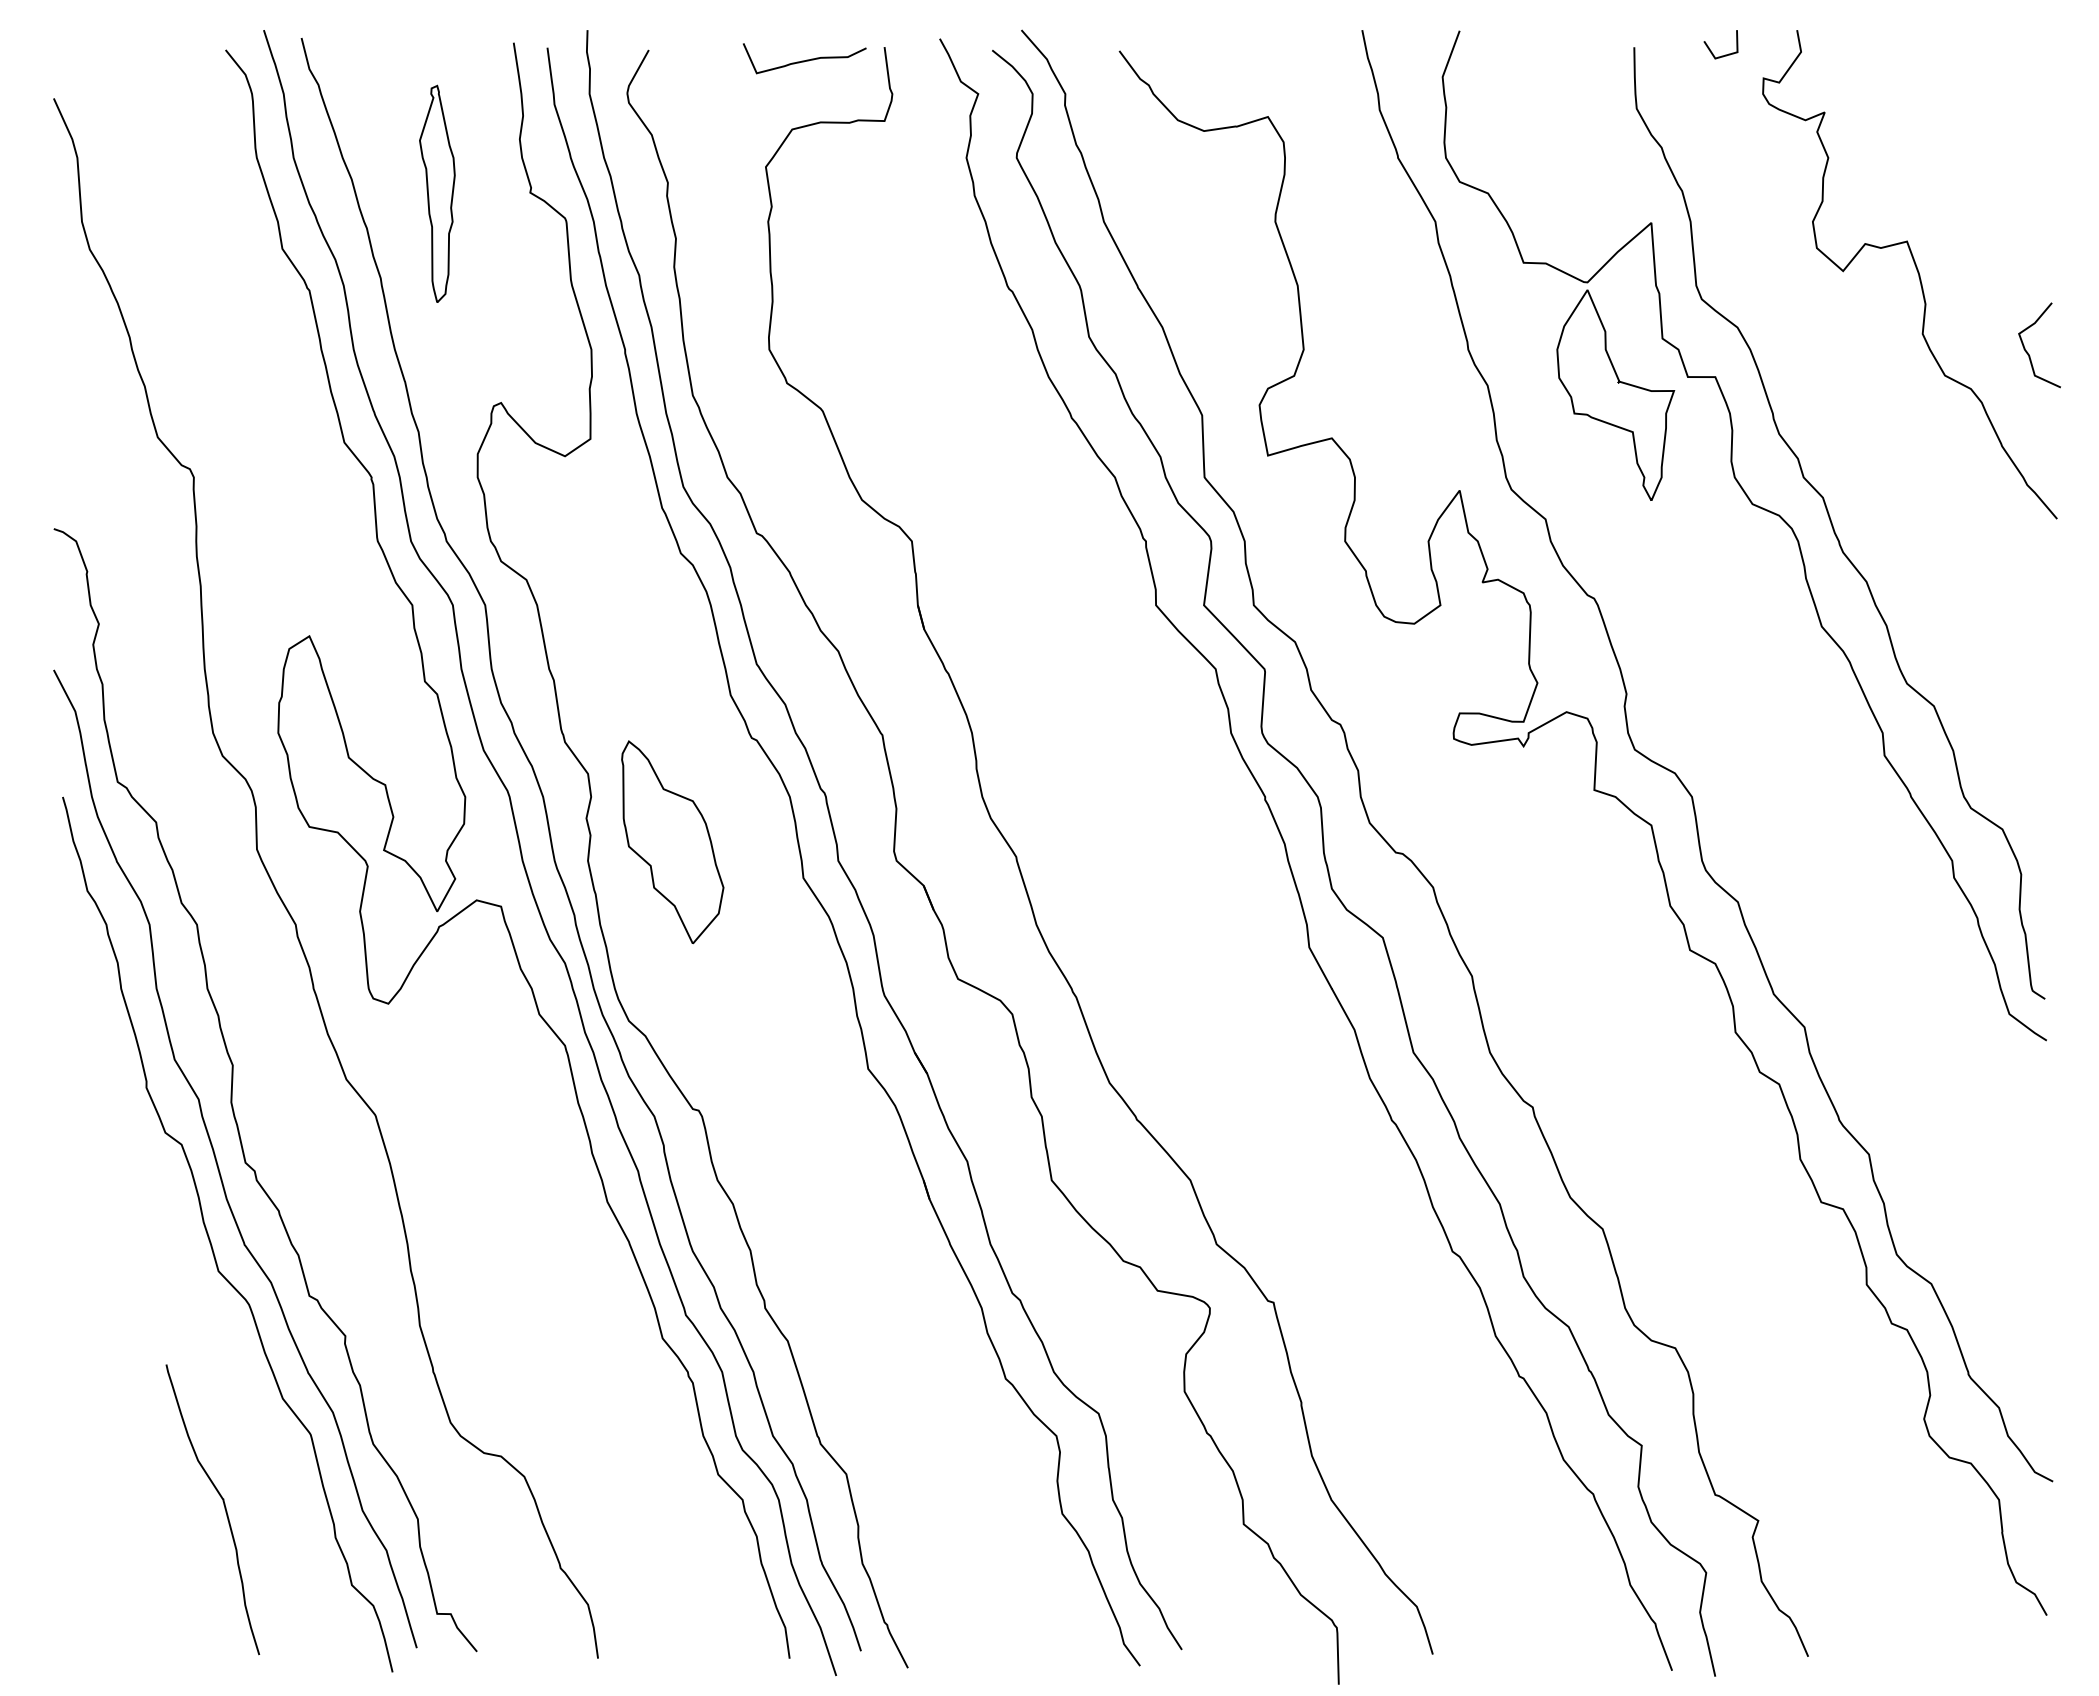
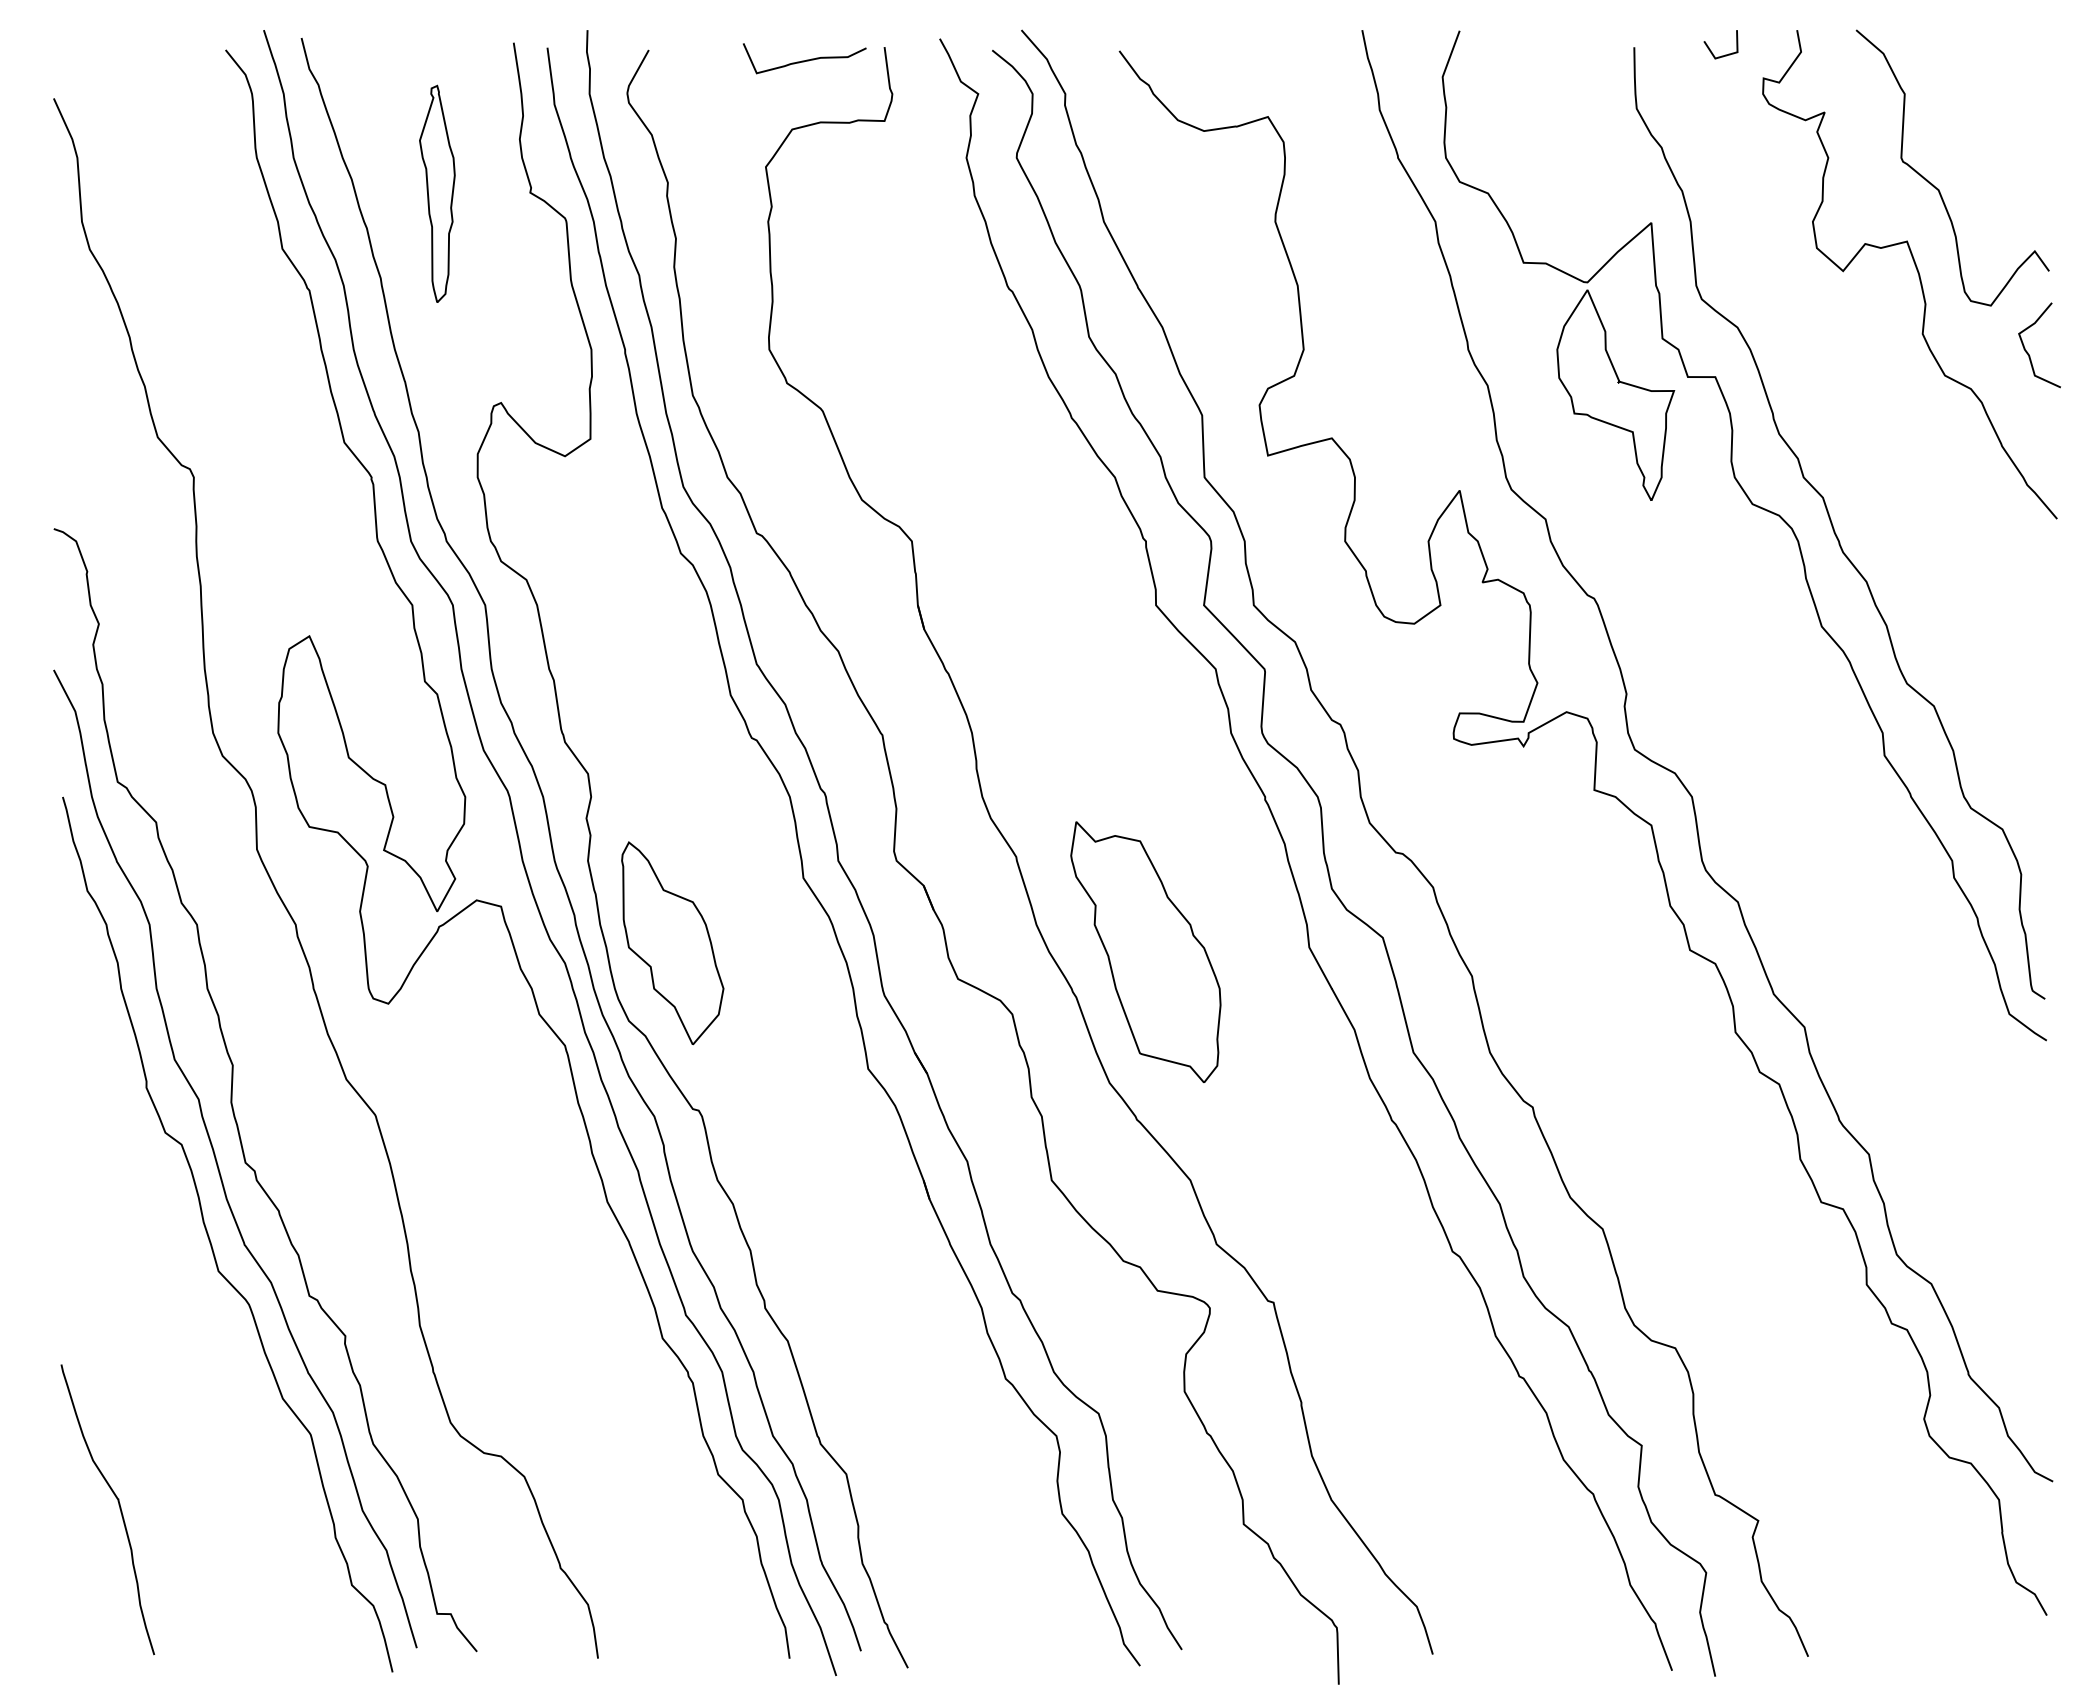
curve at (1938, 188): none -> present
part at (672, 842) position: (672, 842) -> (672, 943)
part at (1145, 951): none -> present
curve at (223, 1505) position: (223, 1505) -> (118, 1505)
